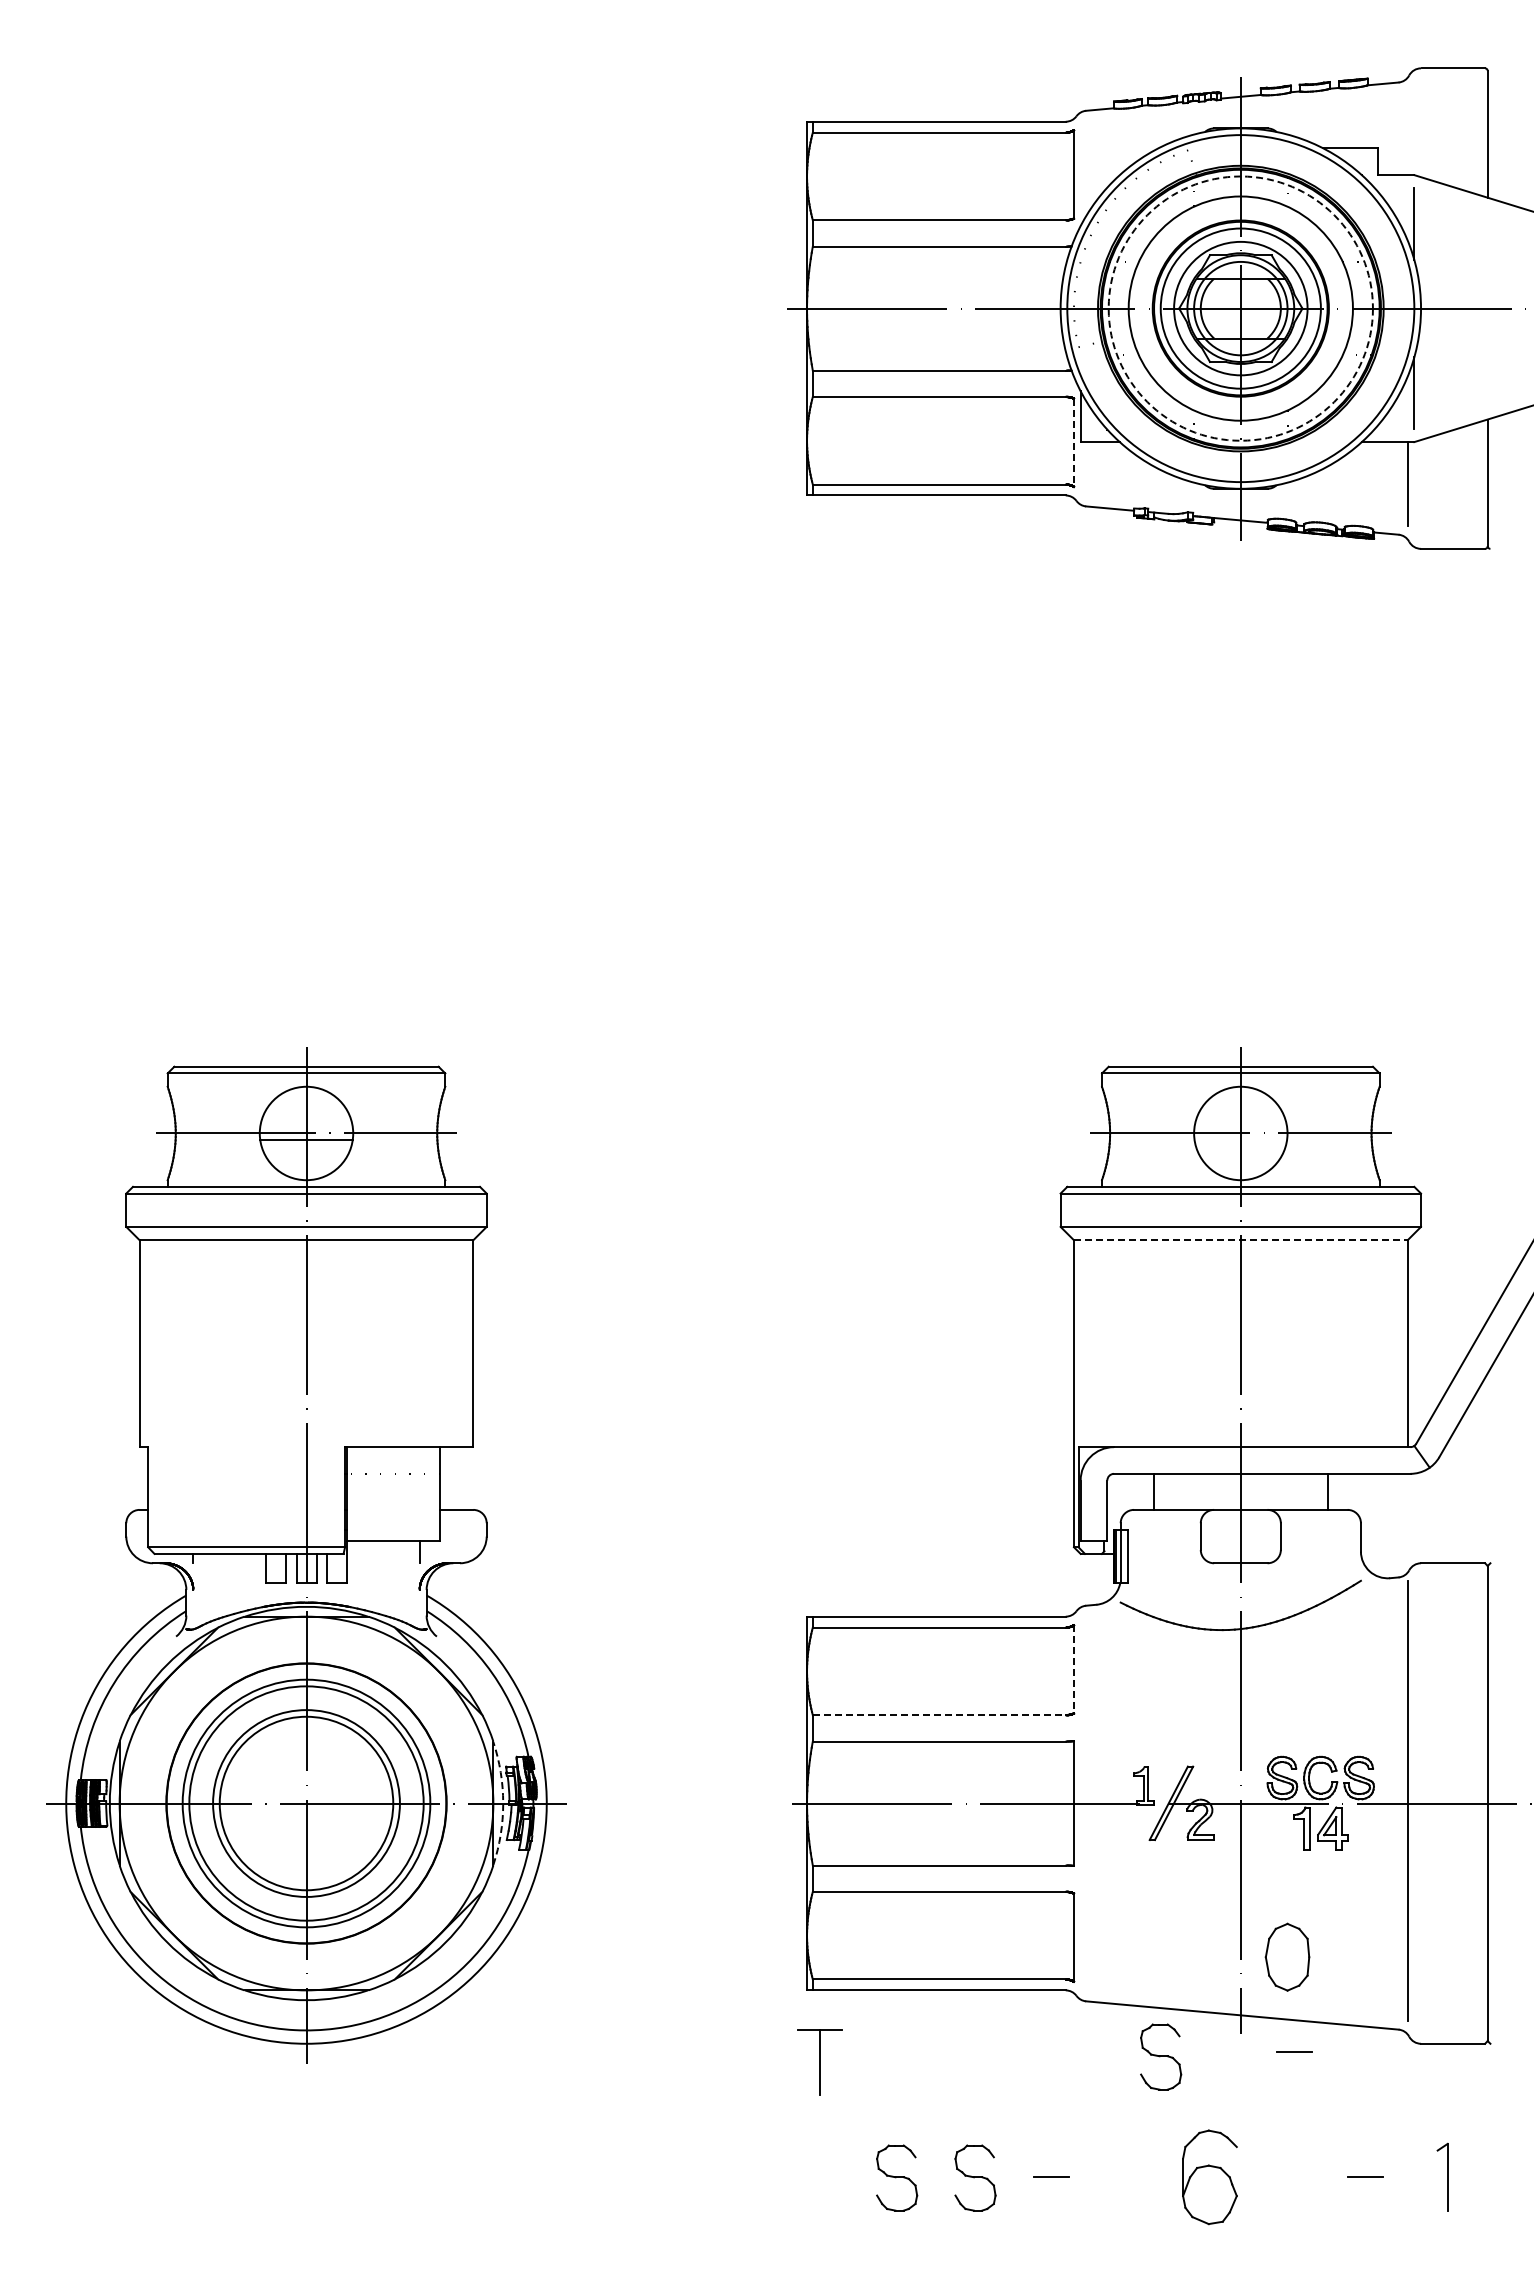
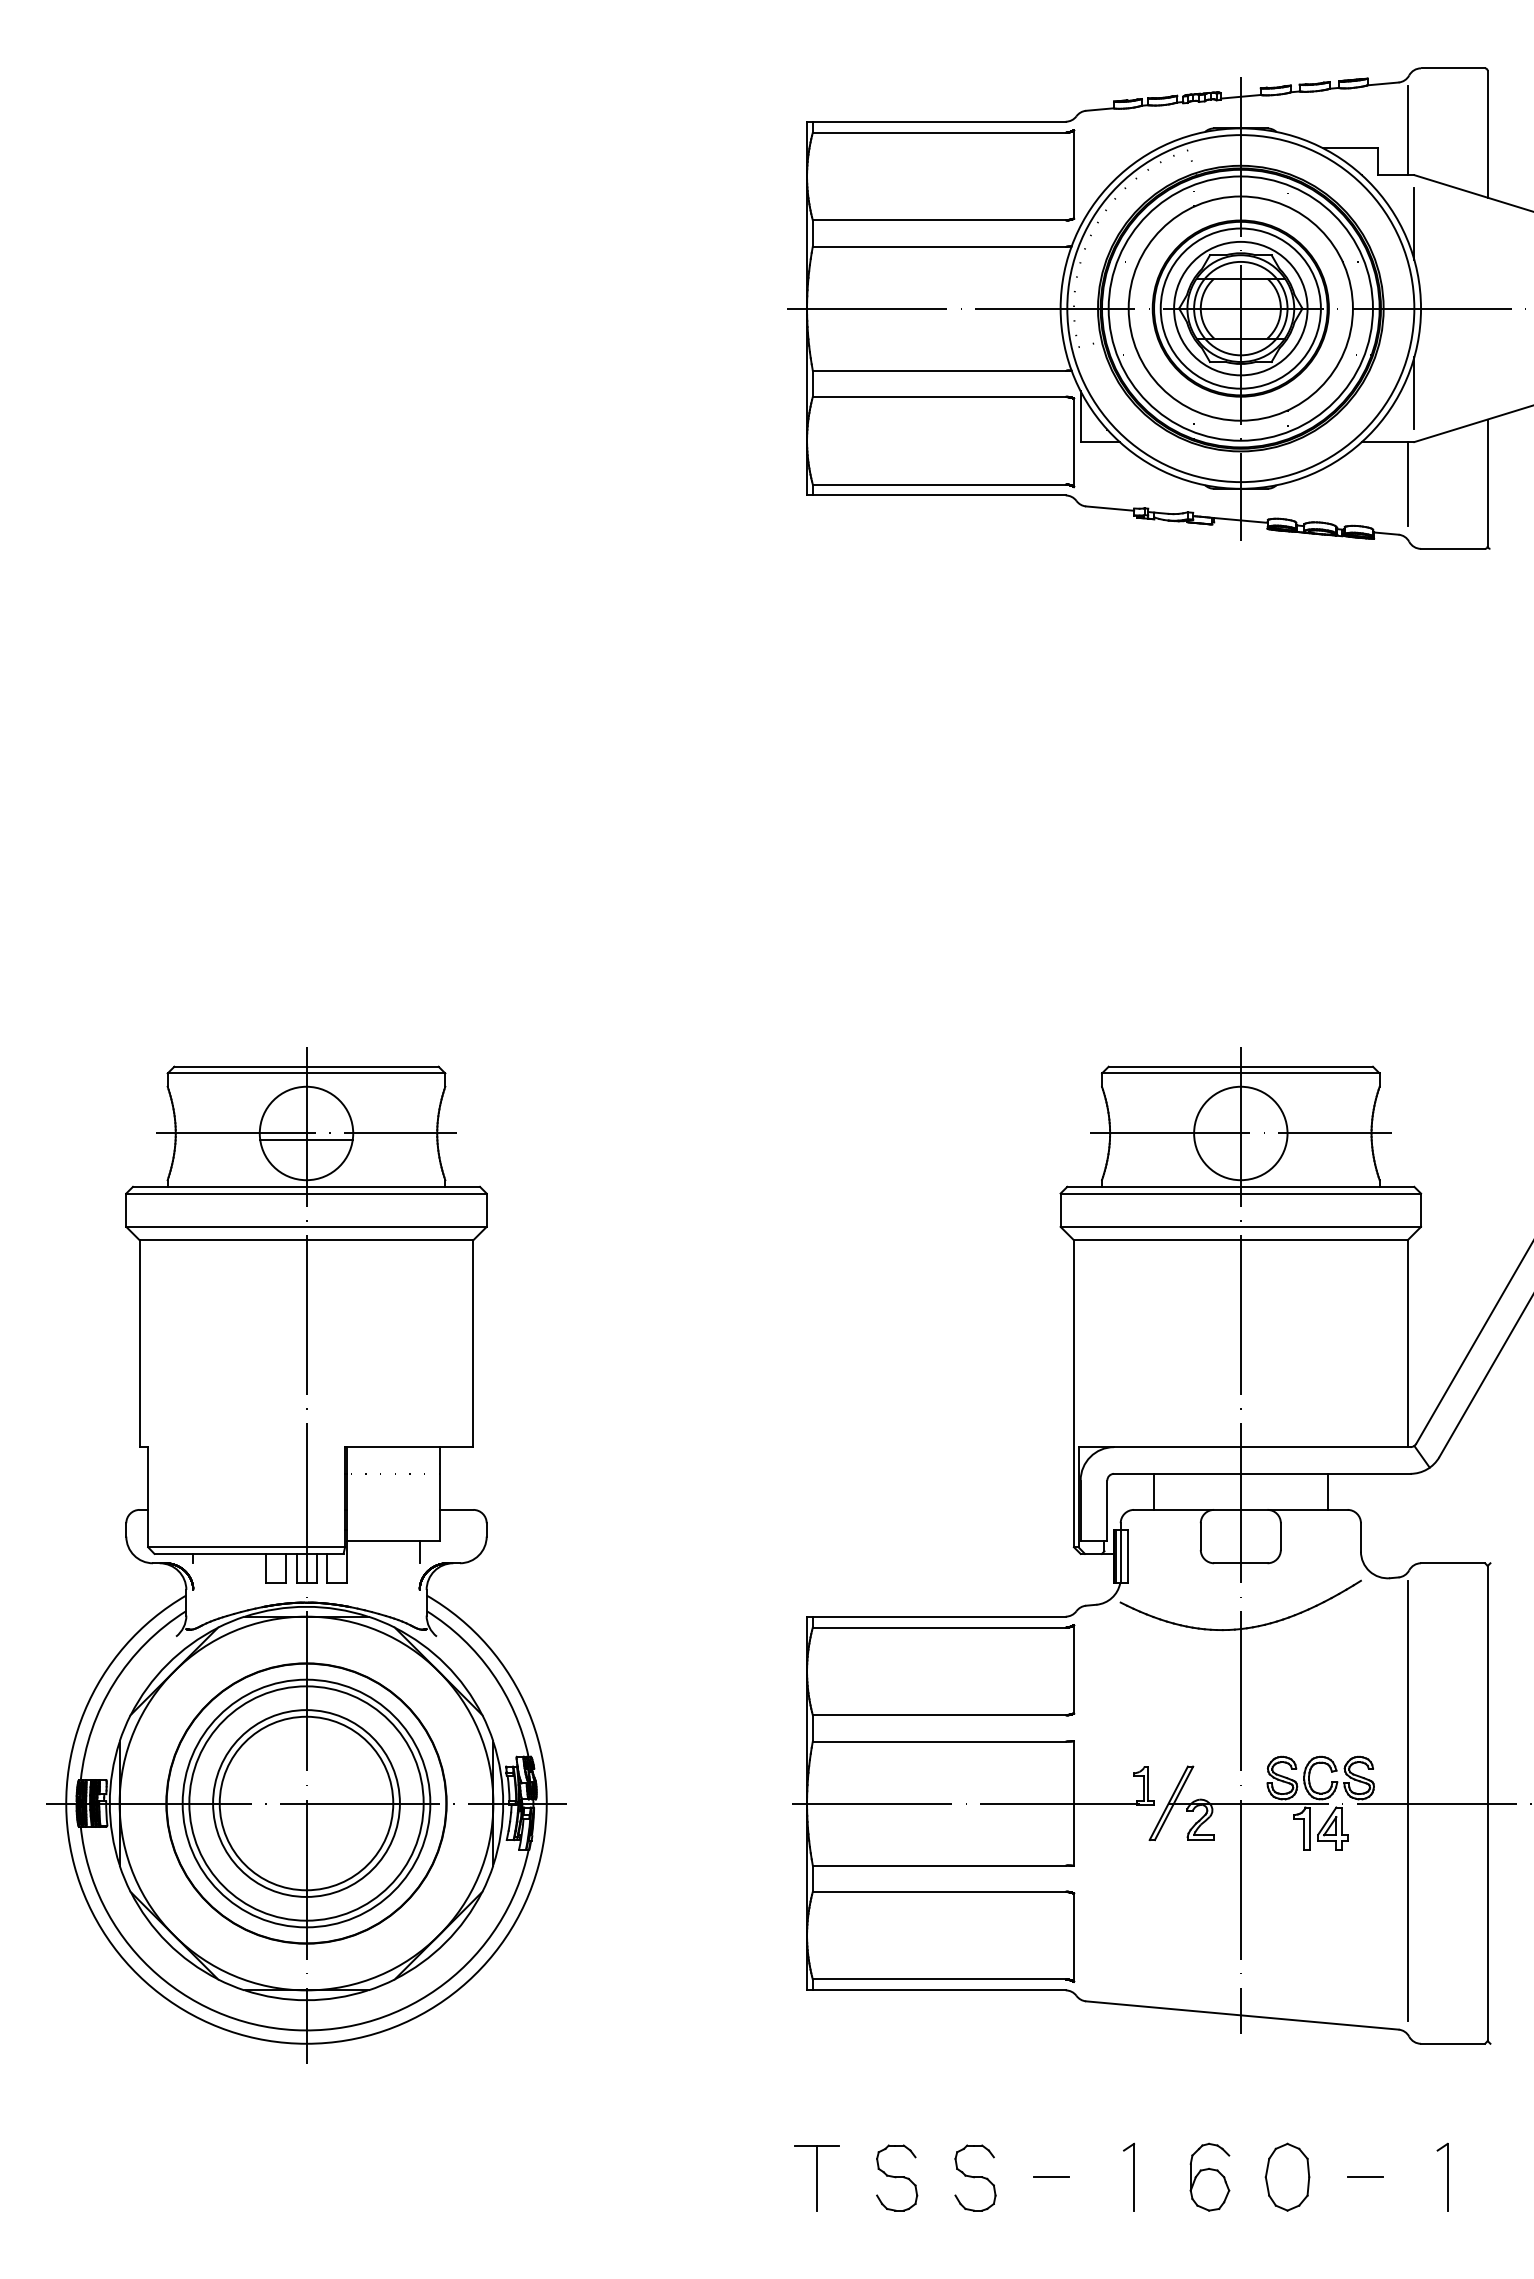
line at (1407, 130): none -> present
circle at (1240, 308): dashed -> solid
line at (1073, 443): dashed -> solid
line at (1240, 1240): dashed -> solid
line at (1073, 1669): dashed -> solid
line at (939, 1715): dashed -> solid
arc at (503, 1803): dashed -> solid
part at (1287, 1956) position: (1287, 1956) -> (1287, 2176)
line at (1294, 2051): present -> none
part at (1161, 2056): present -> none
part at (819, 2062) position: (819, 2062) -> (816, 2178)
part at (1128, 2176): none -> present
part at (1209, 2177) size: 56x97 px -> 42x70 px
